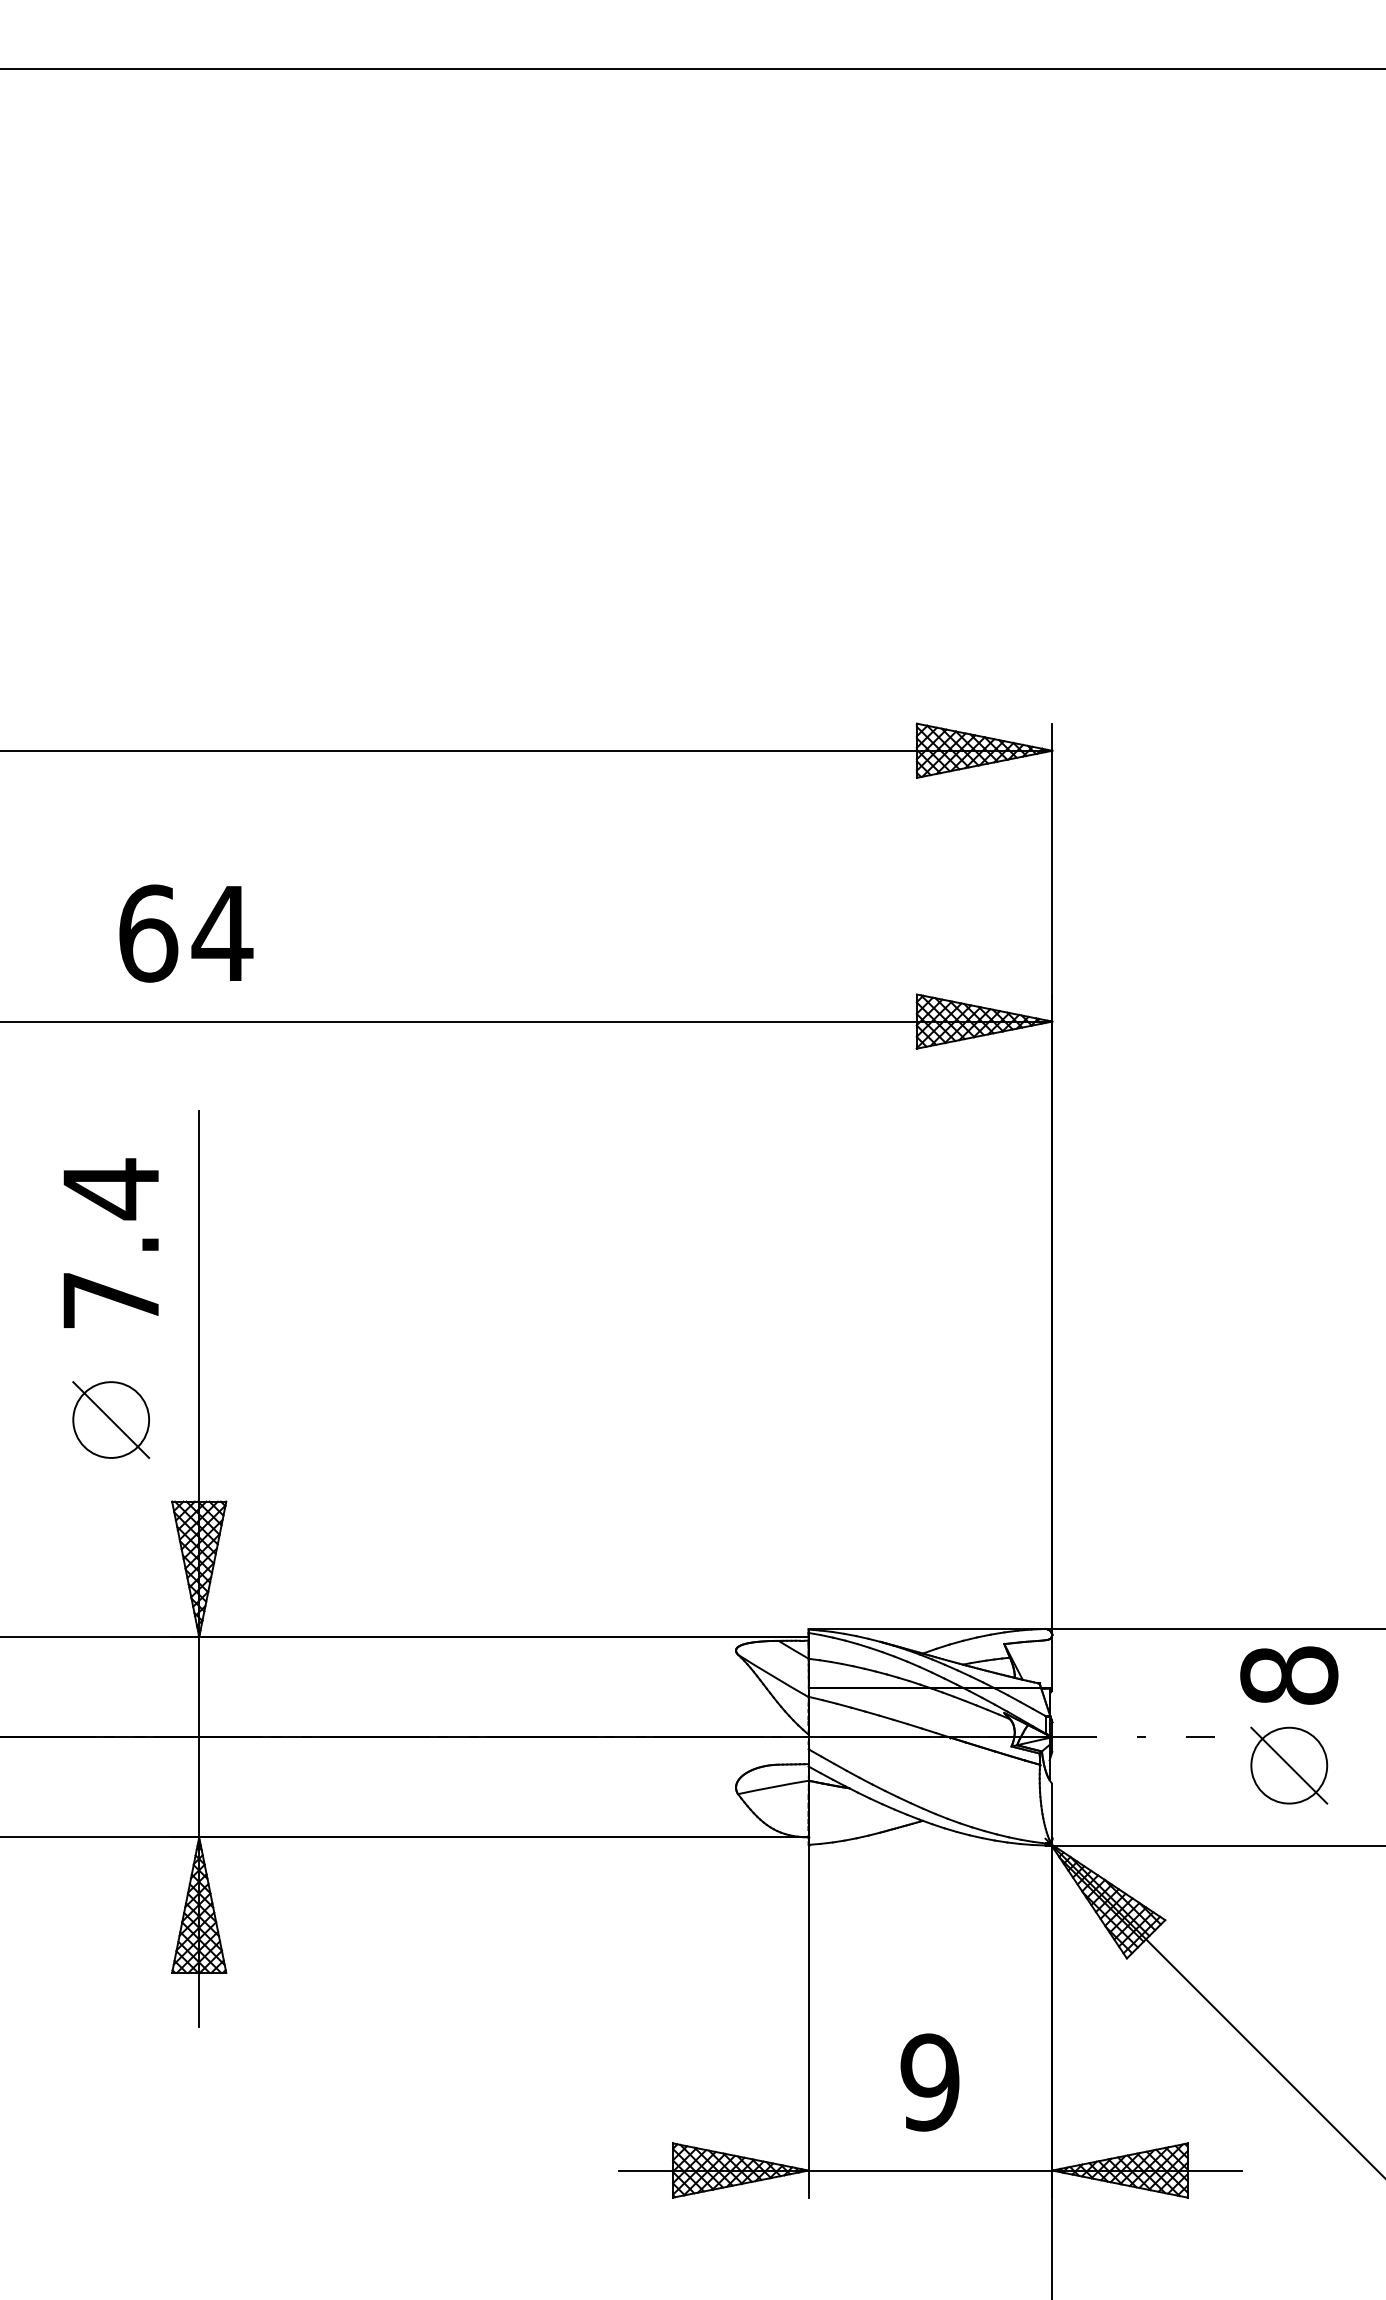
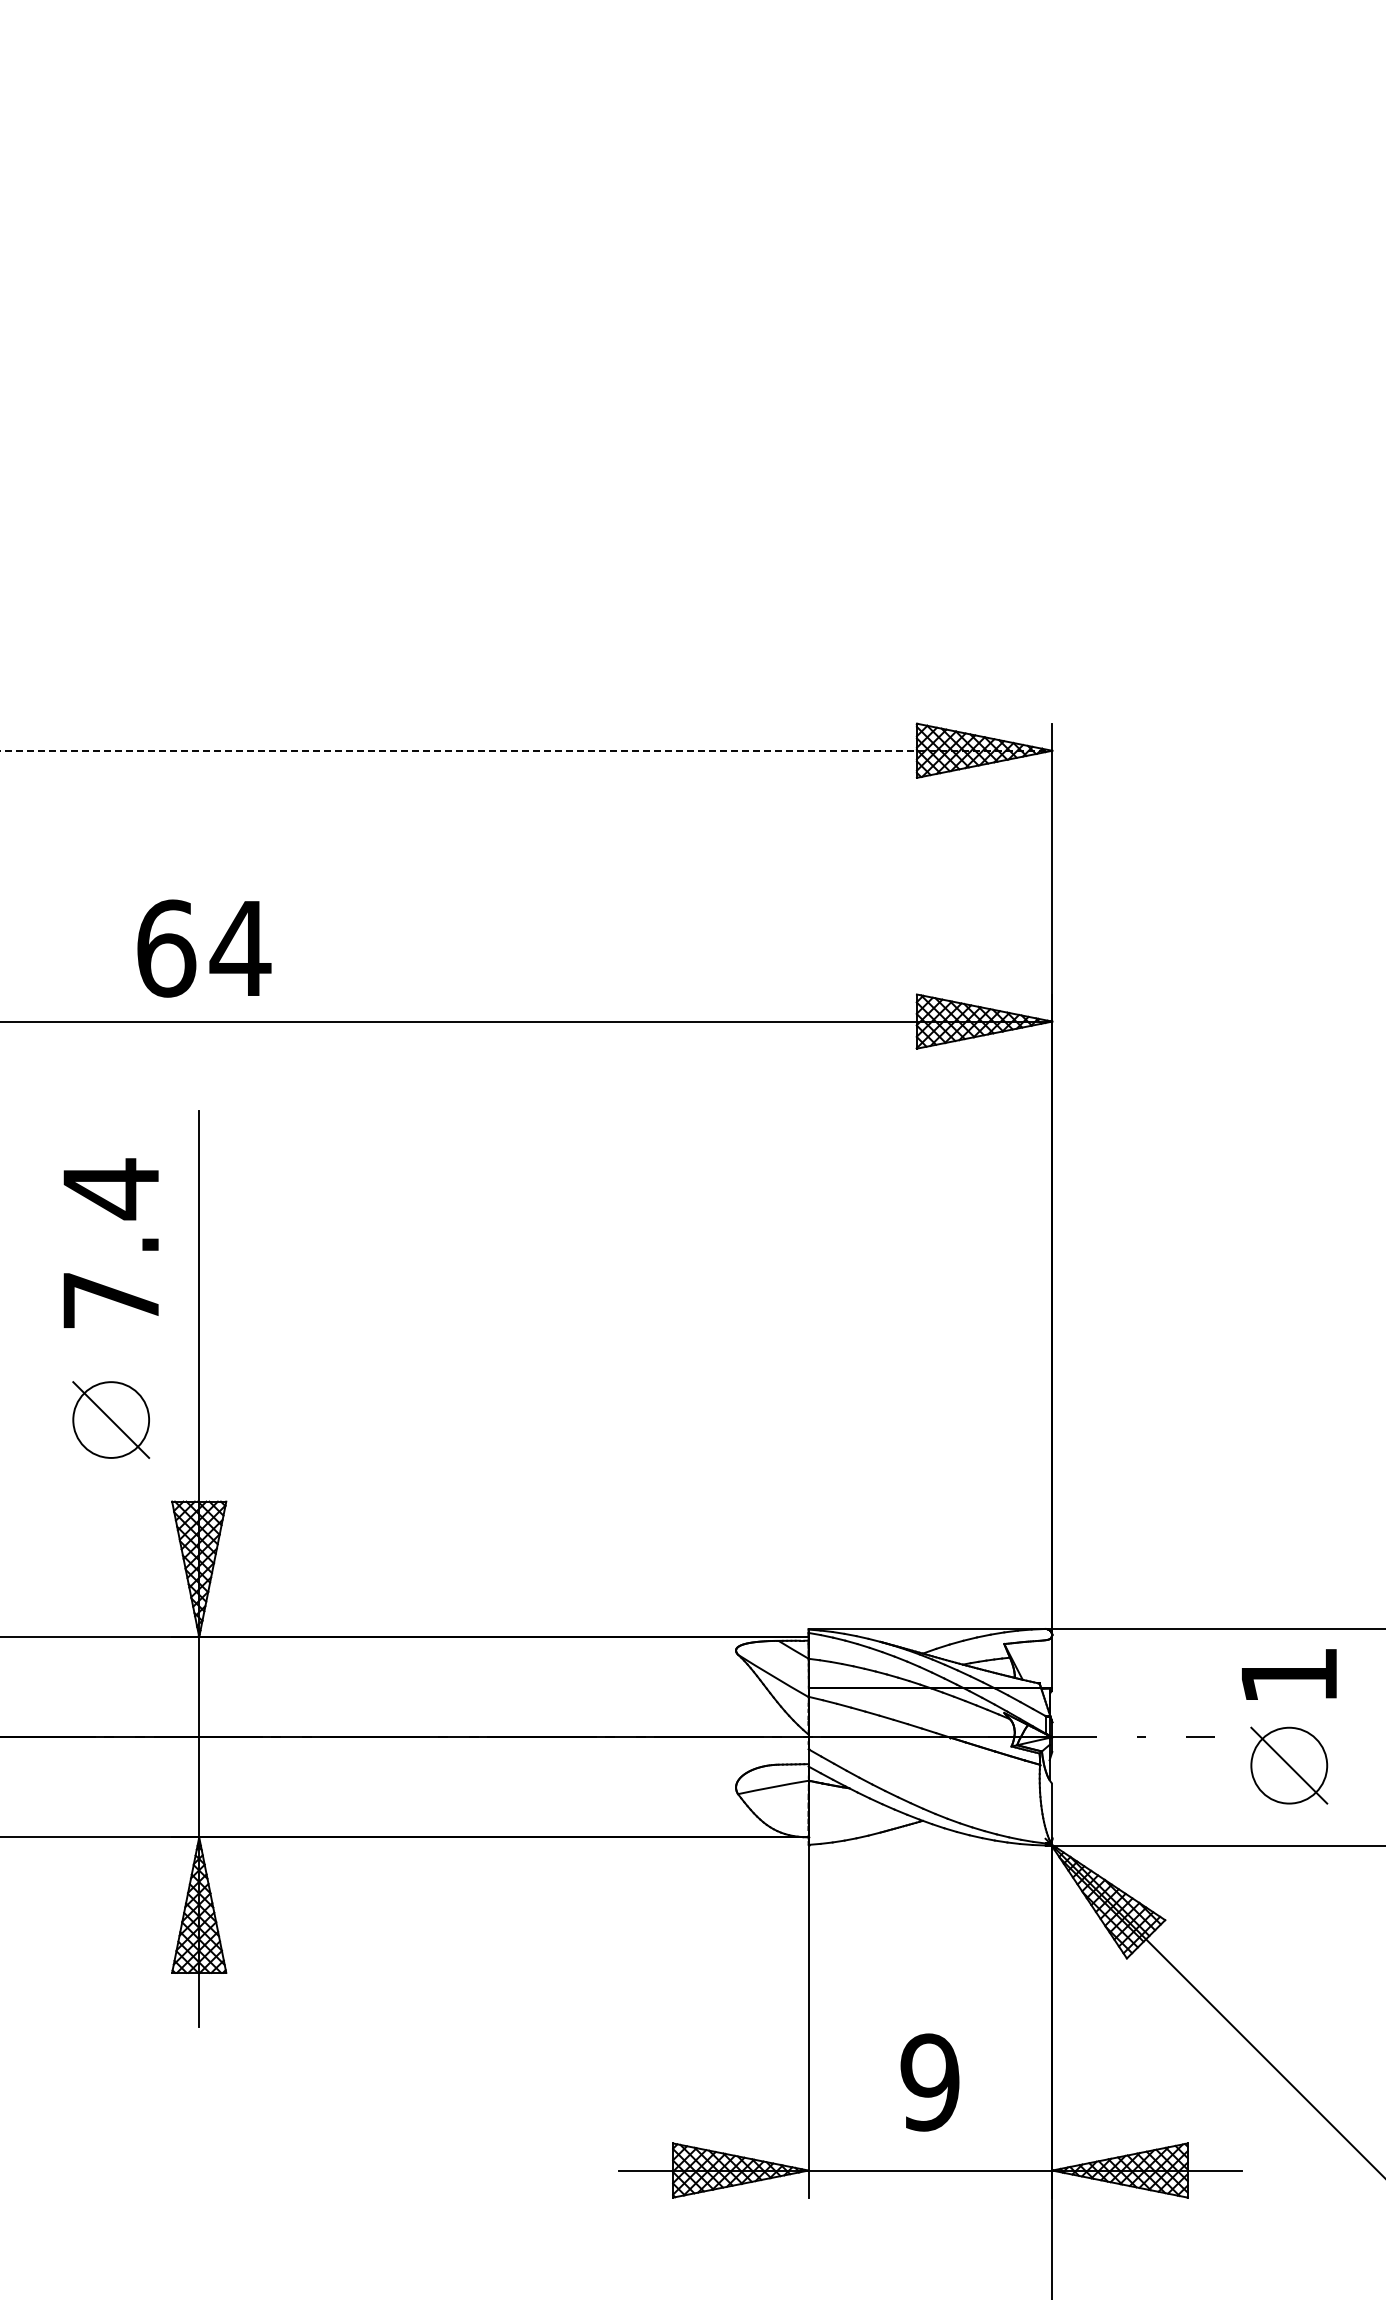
line at (692, 69): present -> none
line at (526, 750): solid -> dashed
text at (186, 933) position: (186, 933) -> (204, 948)
text at (1289, 1675): 8 -> 1
